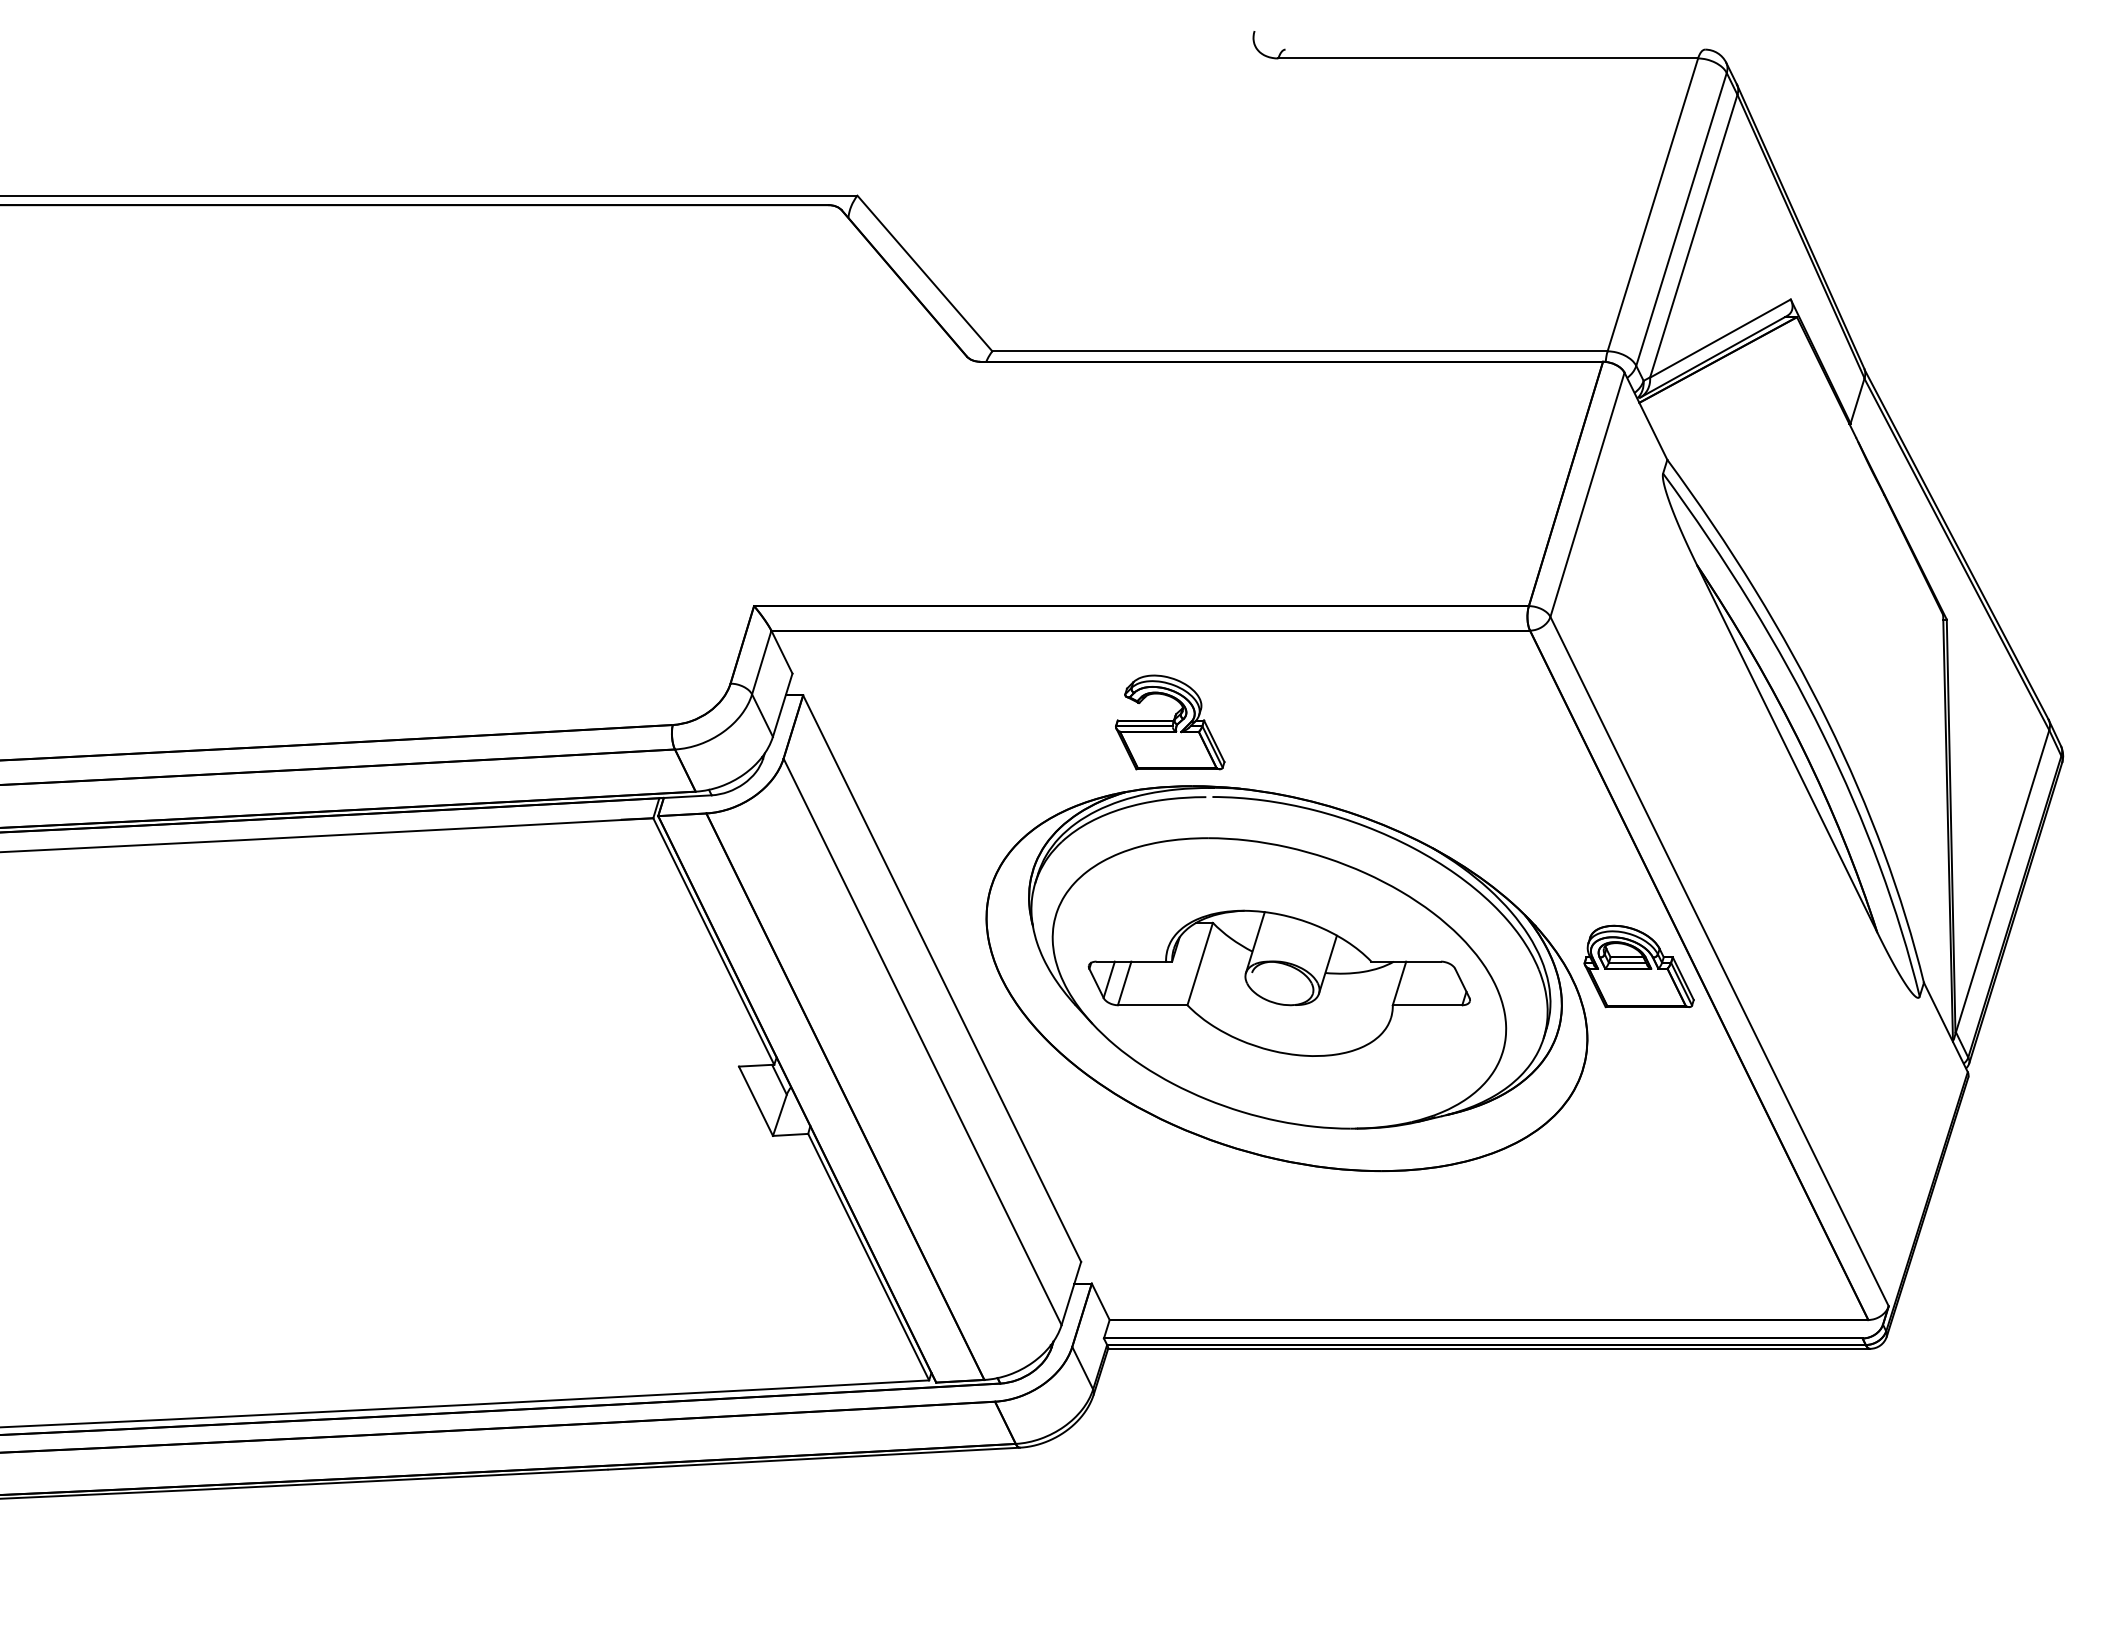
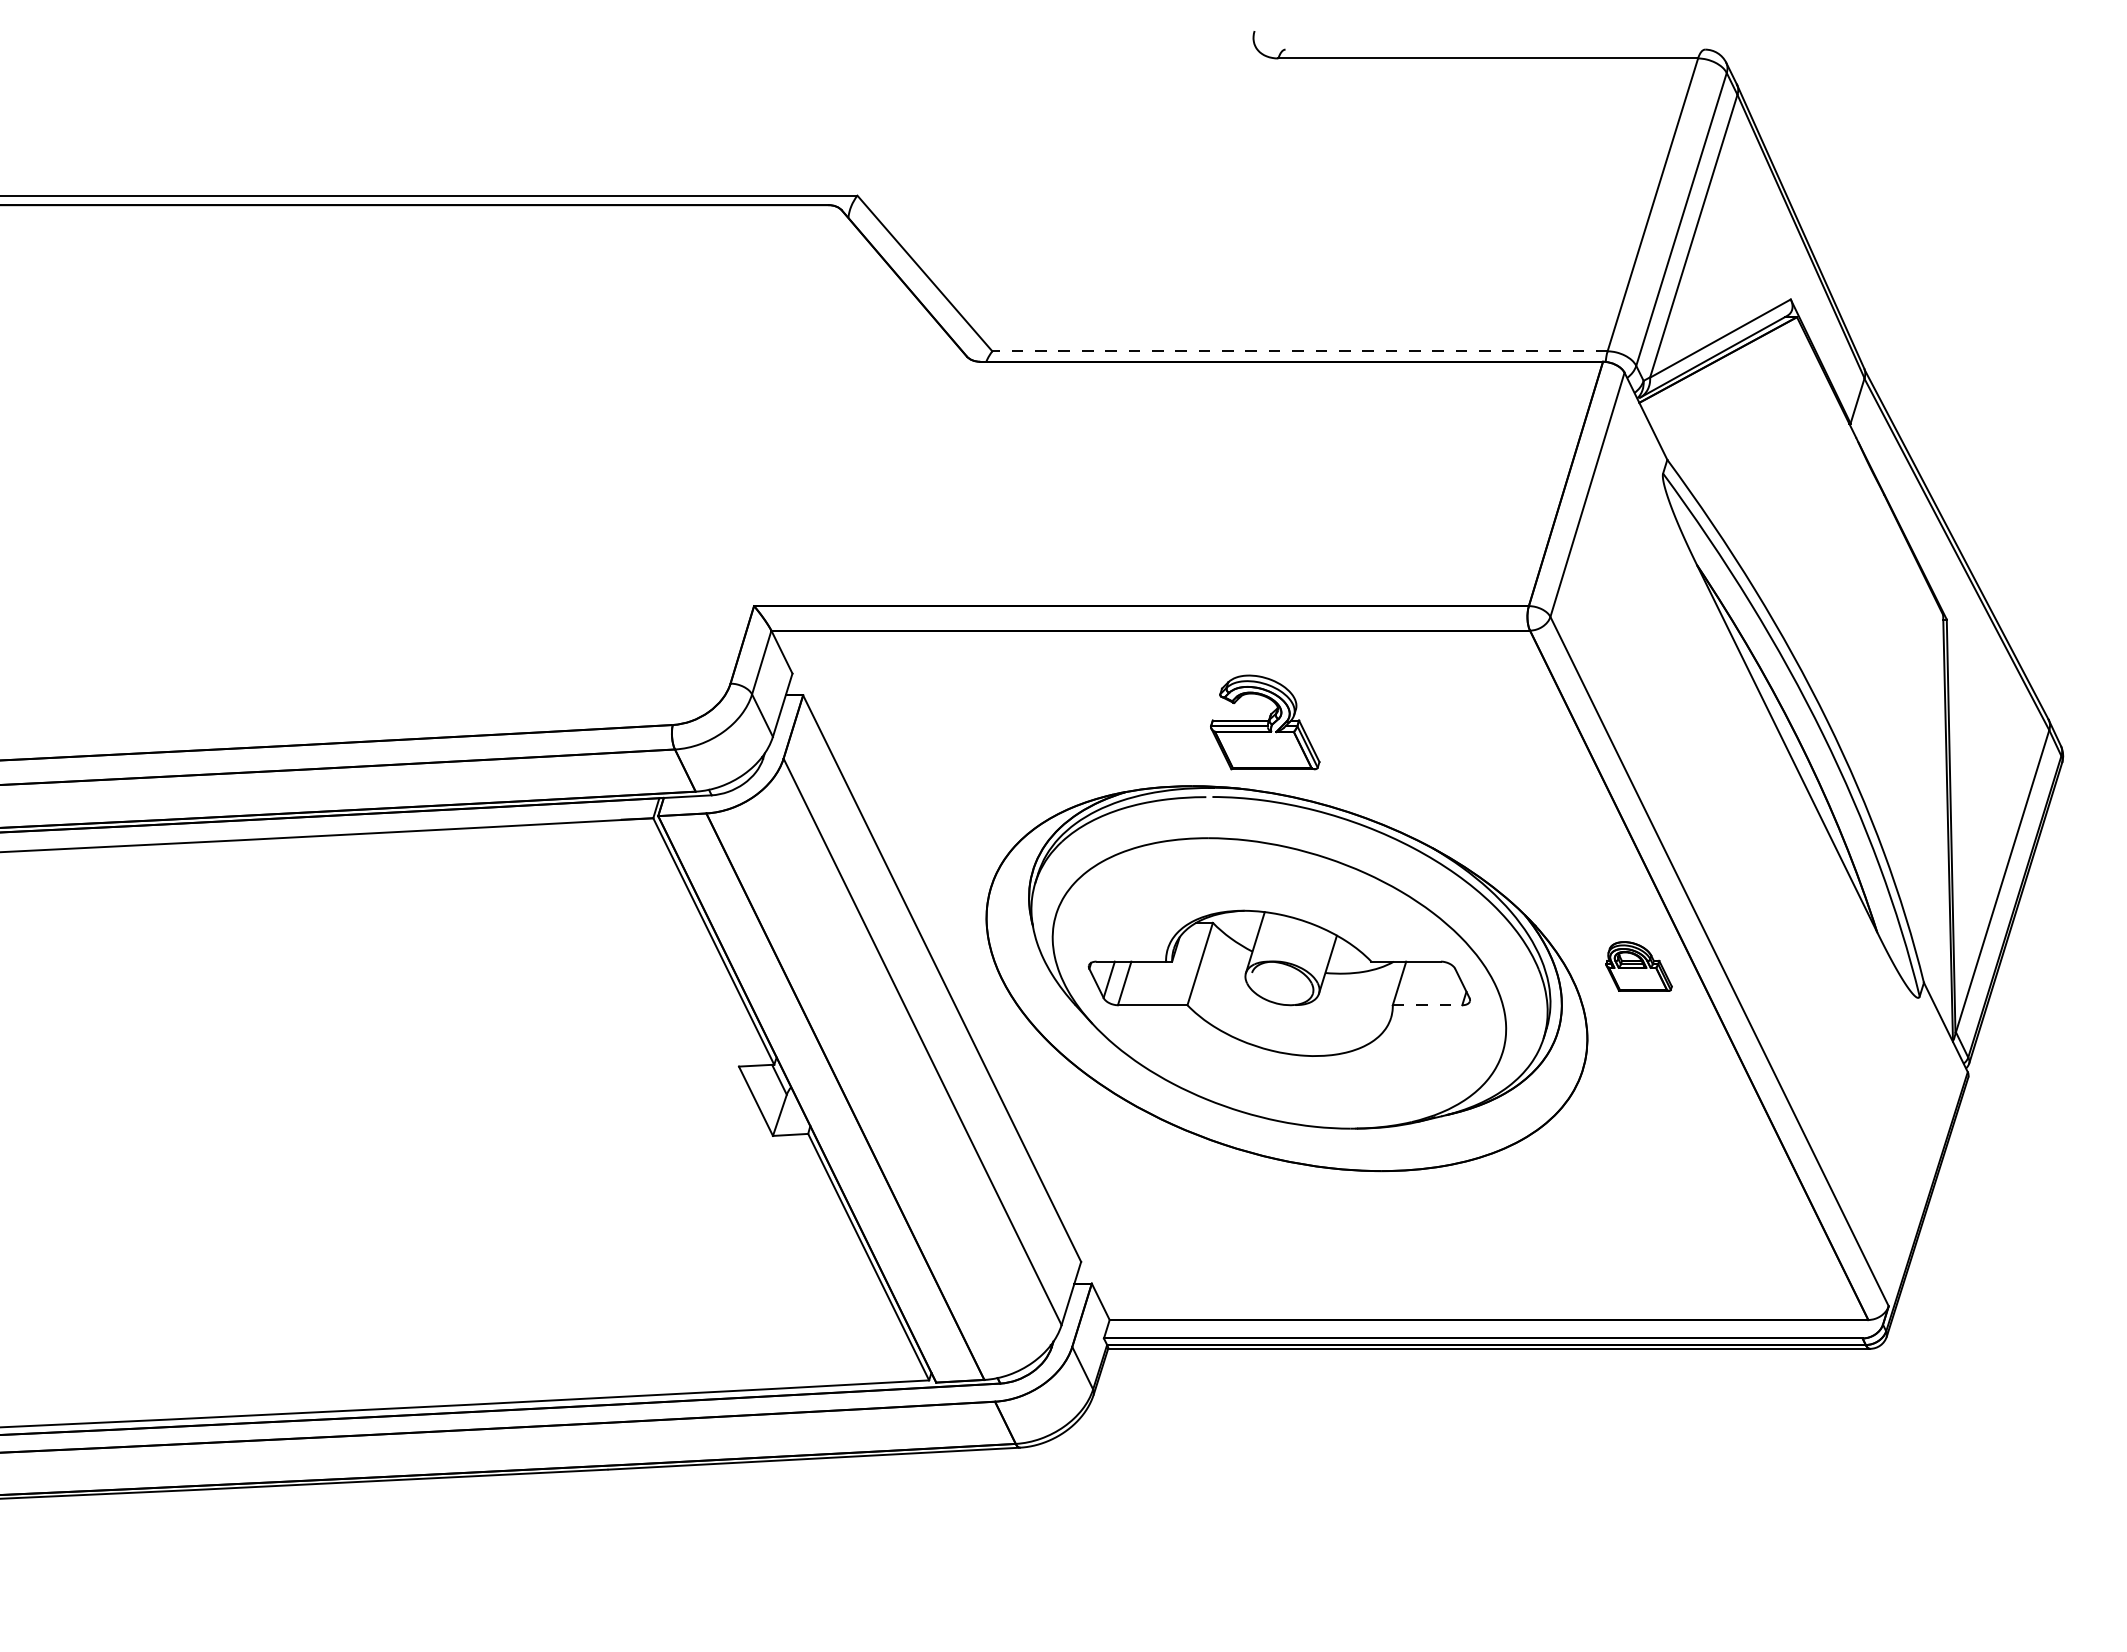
line at (1299, 351): solid -> dashed
part at (1170, 722) position: (1170, 722) -> (1265, 722)
part at (1638, 966) size: 112x85 px -> 68x51 px
line at (1427, 1005): solid -> dashed
